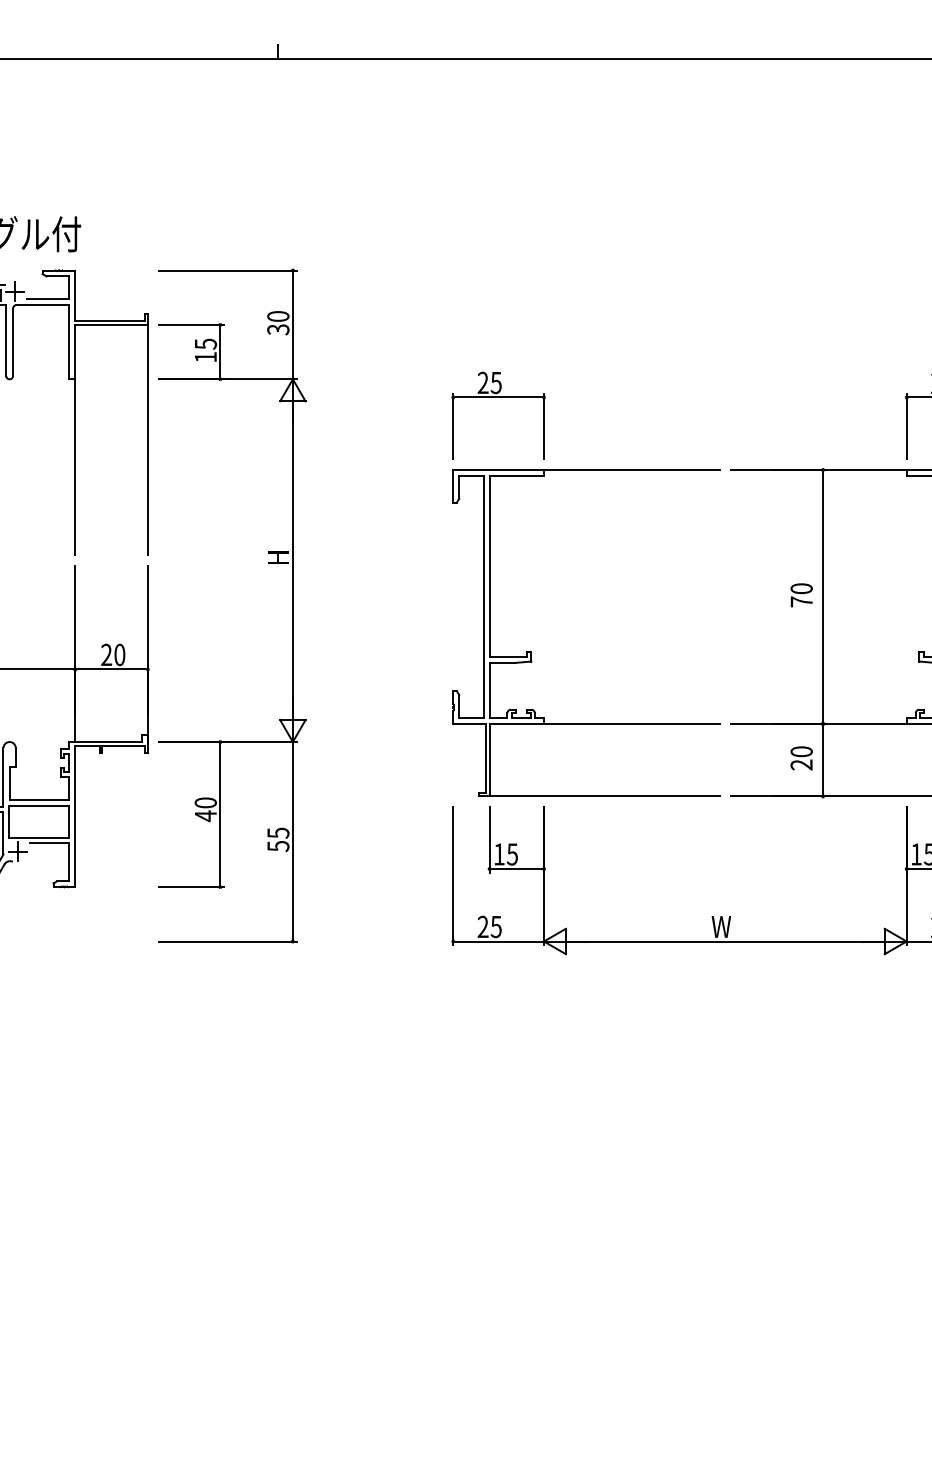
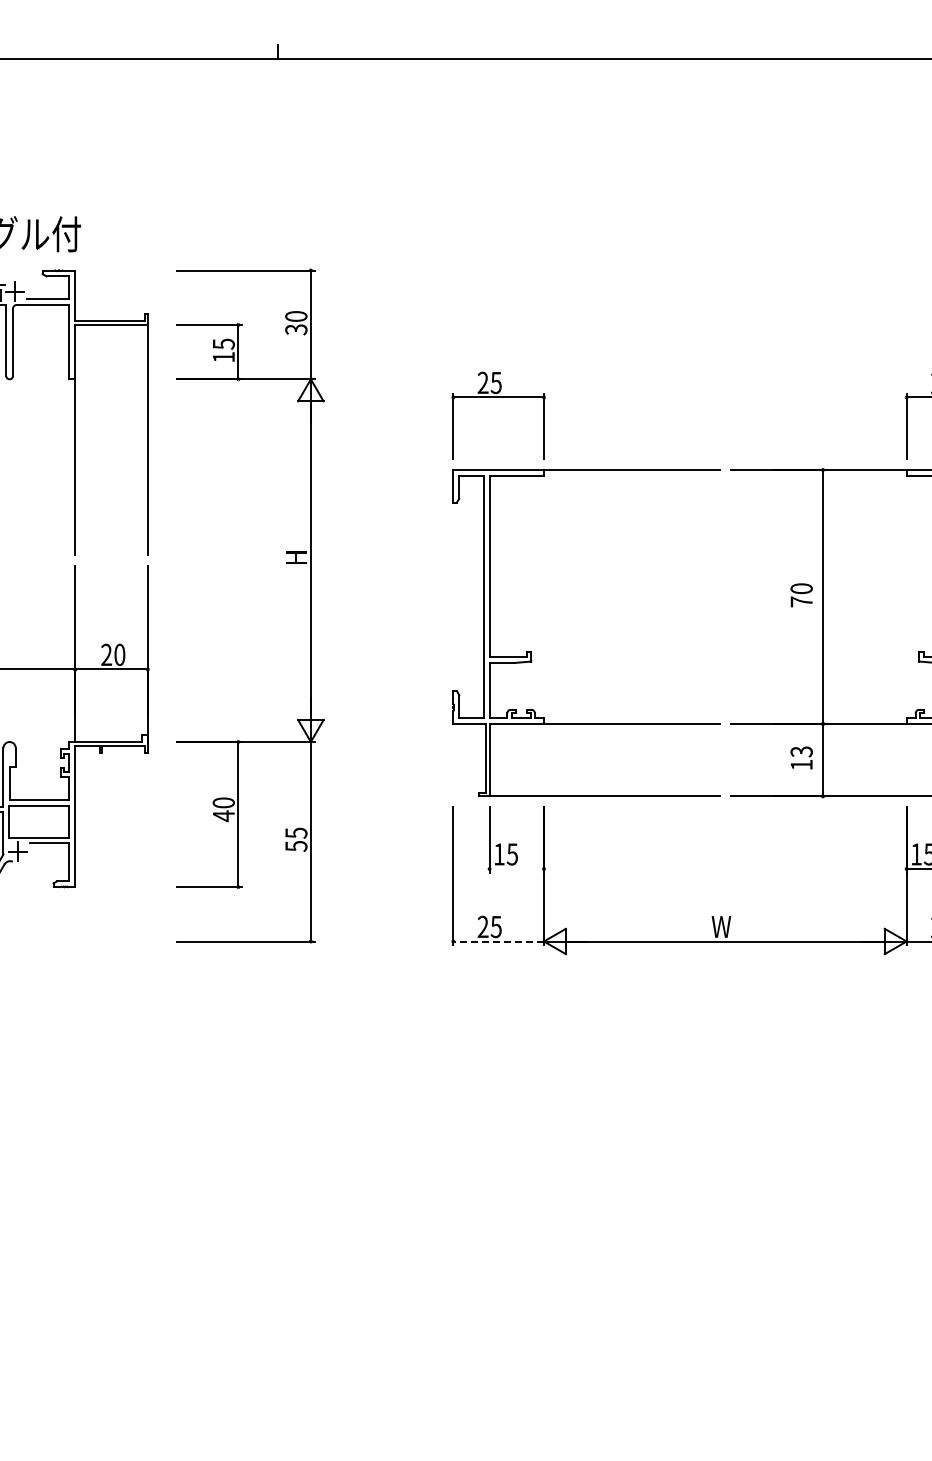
part at (268, 563) position: (268, 563) -> (286, 563)
text at (801, 758): 20 -> 13
line at (516, 868): present -> none
line at (498, 941): solid -> dashed
